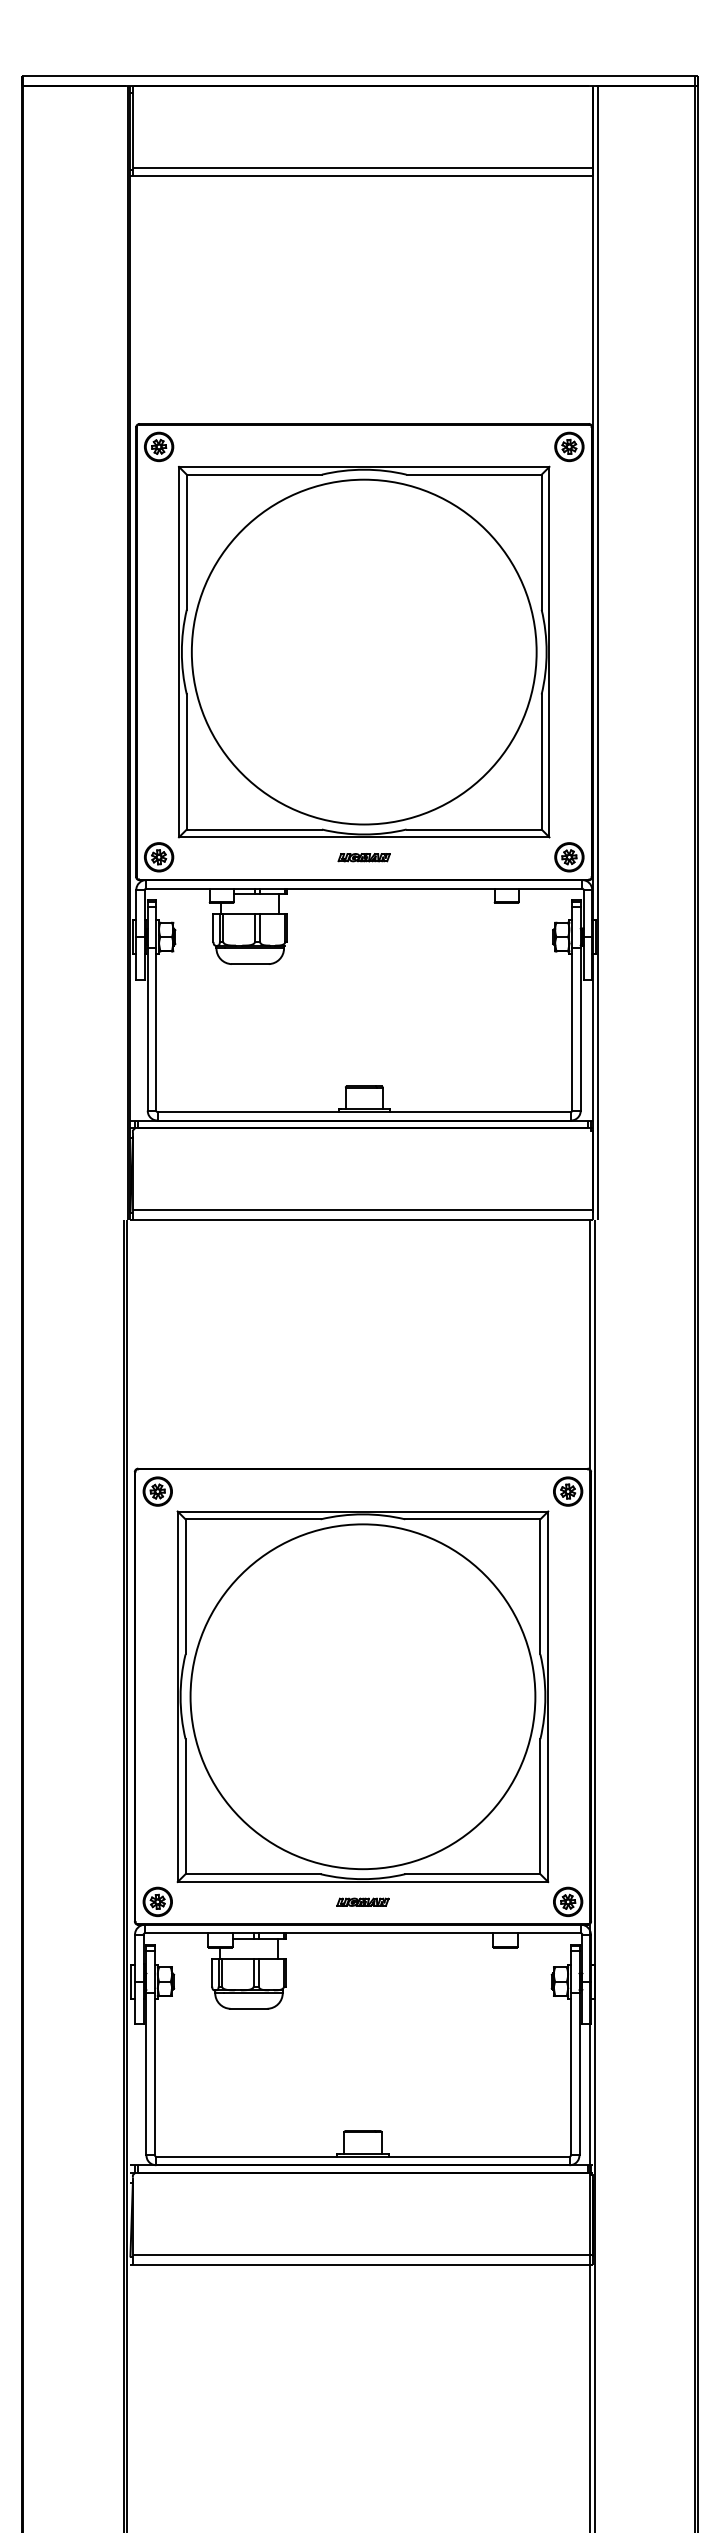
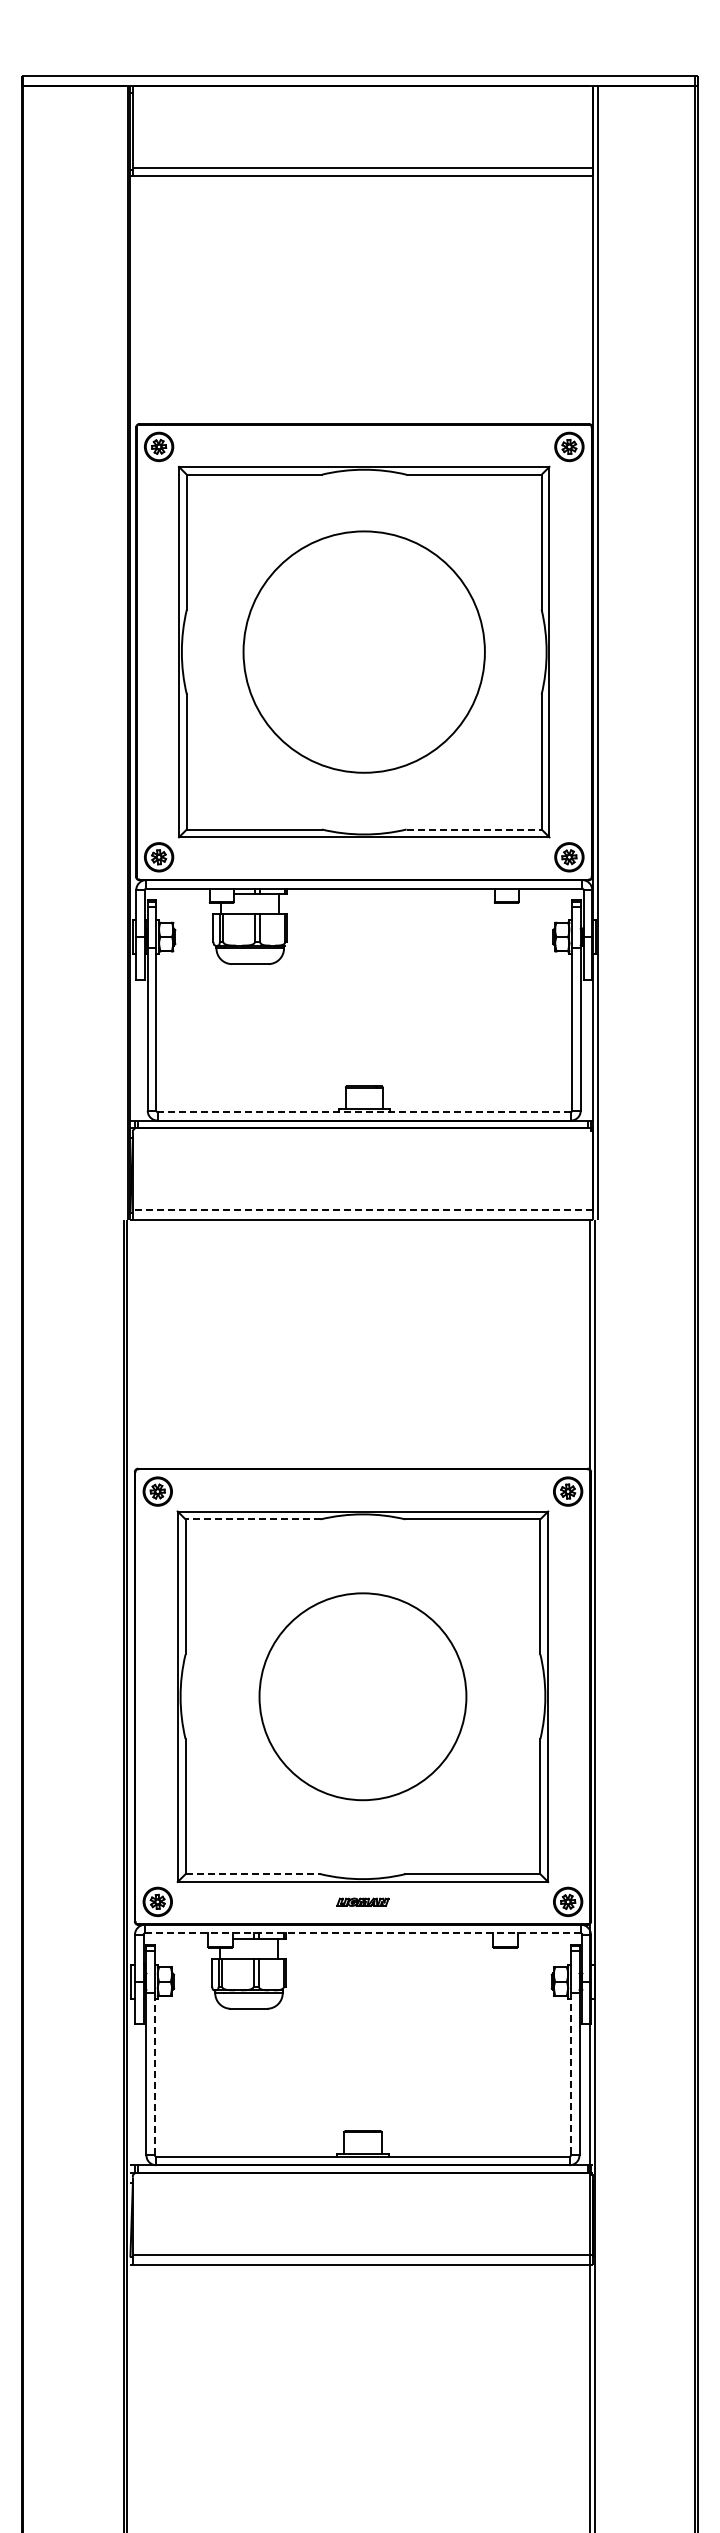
circle at (363, 651) diameter: 345 px -> 241 px
line at (474, 829): solid -> dashed
part at (363, 857): present -> none
line at (364, 1112): solid -> dashed
line at (362, 1210): solid -> dashed
line at (253, 1519): solid -> dashed
circle at (362, 1696) diameter: 345 px -> 207 px
line at (253, 1874): solid -> dashed
line at (362, 1933): solid -> dashed
line at (154, 2073): solid -> dashed
line at (570, 2074): solid -> dashed
